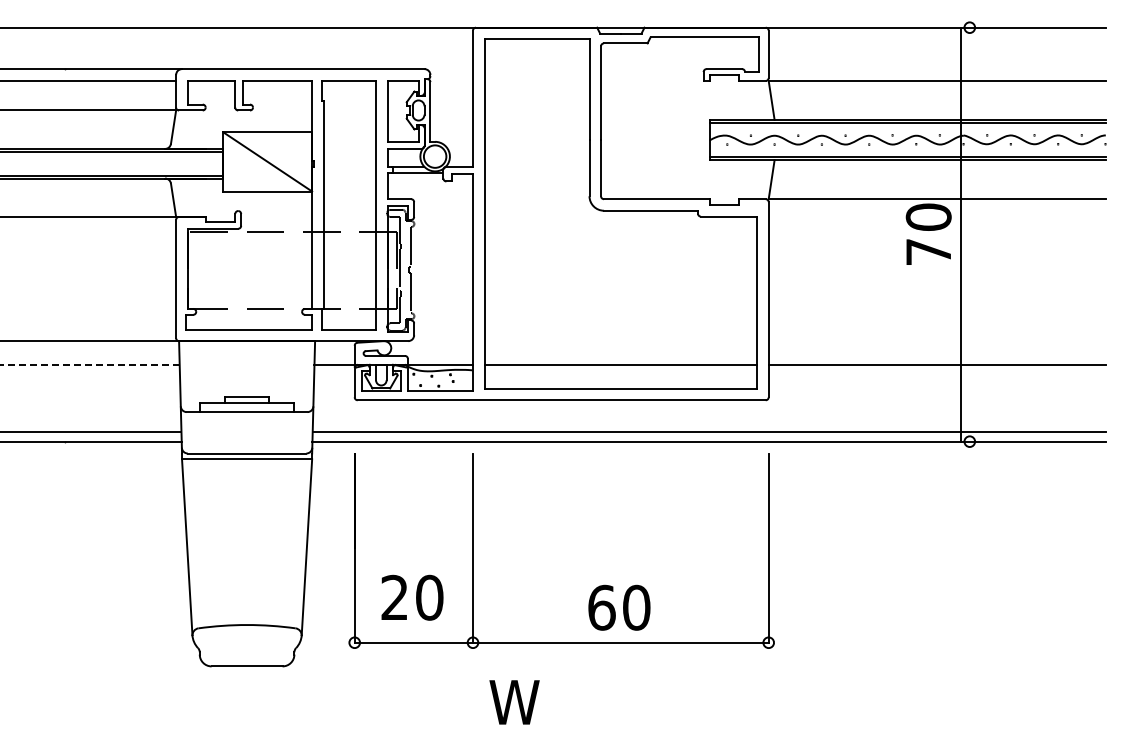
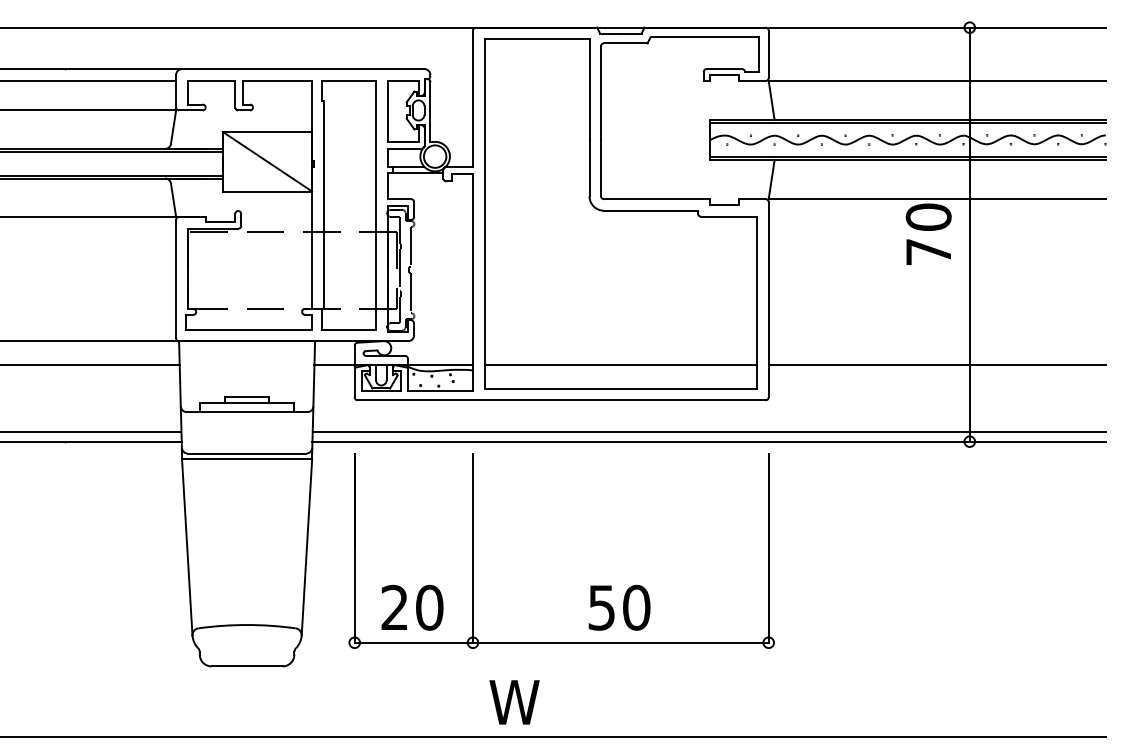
line at (960, 234) position: (960, 234) -> (969, 234)
line at (89, 364): dashed -> solid
text at (412, 597) position: (412, 597) -> (412, 607)
text at (601, 607): 60 -> 50
line at (553, 737): none -> present
